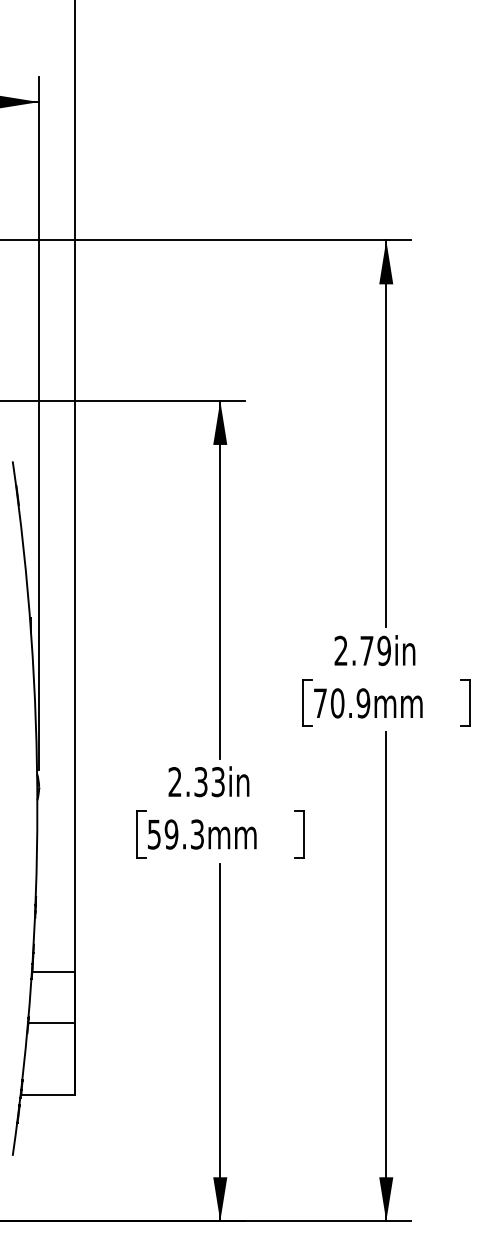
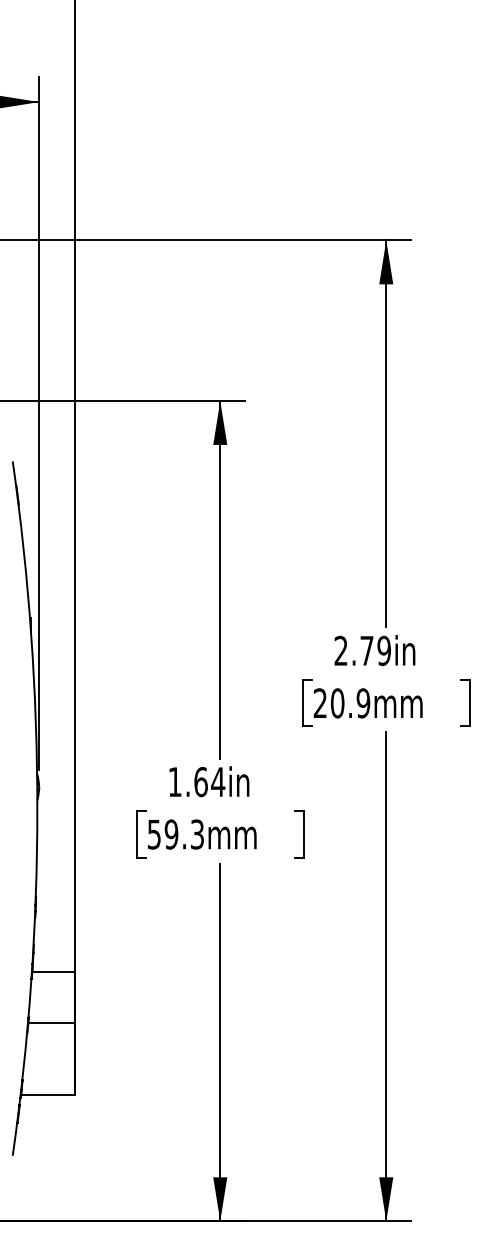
text at (319, 702): 70.9mm -> 20.9mm
text at (196, 782): 2.33in -> 1.64in
